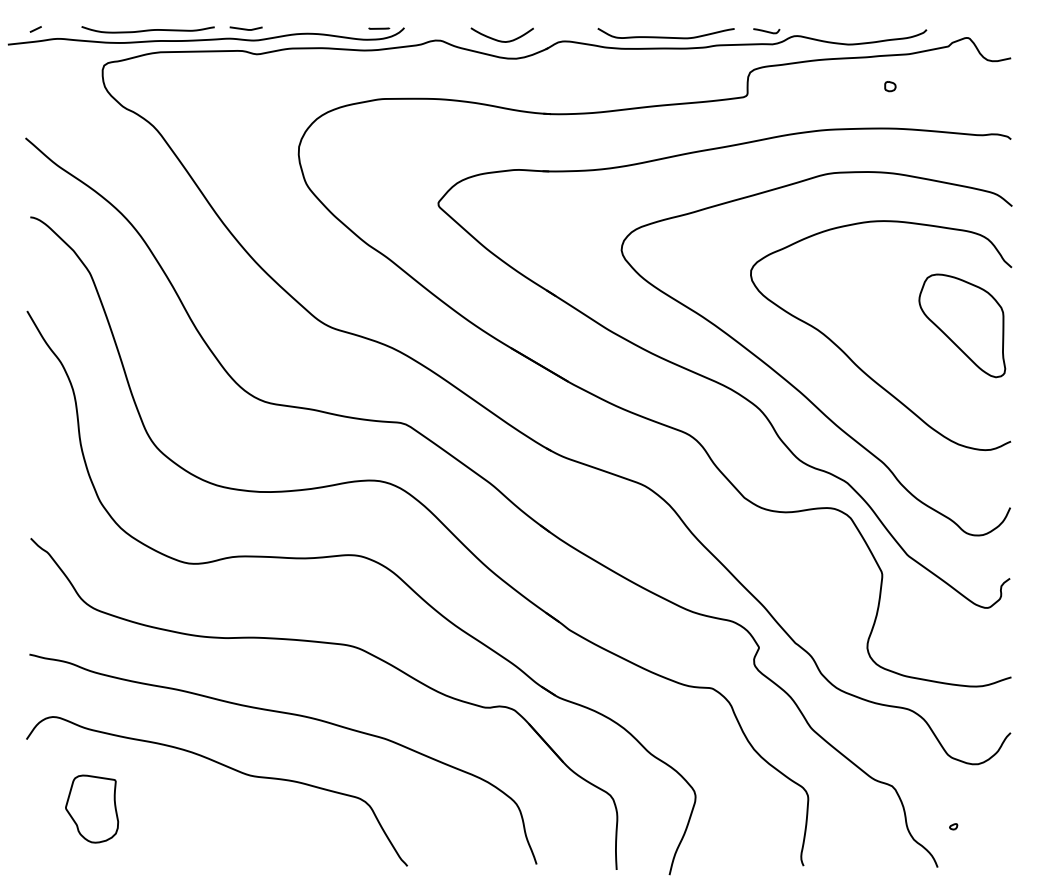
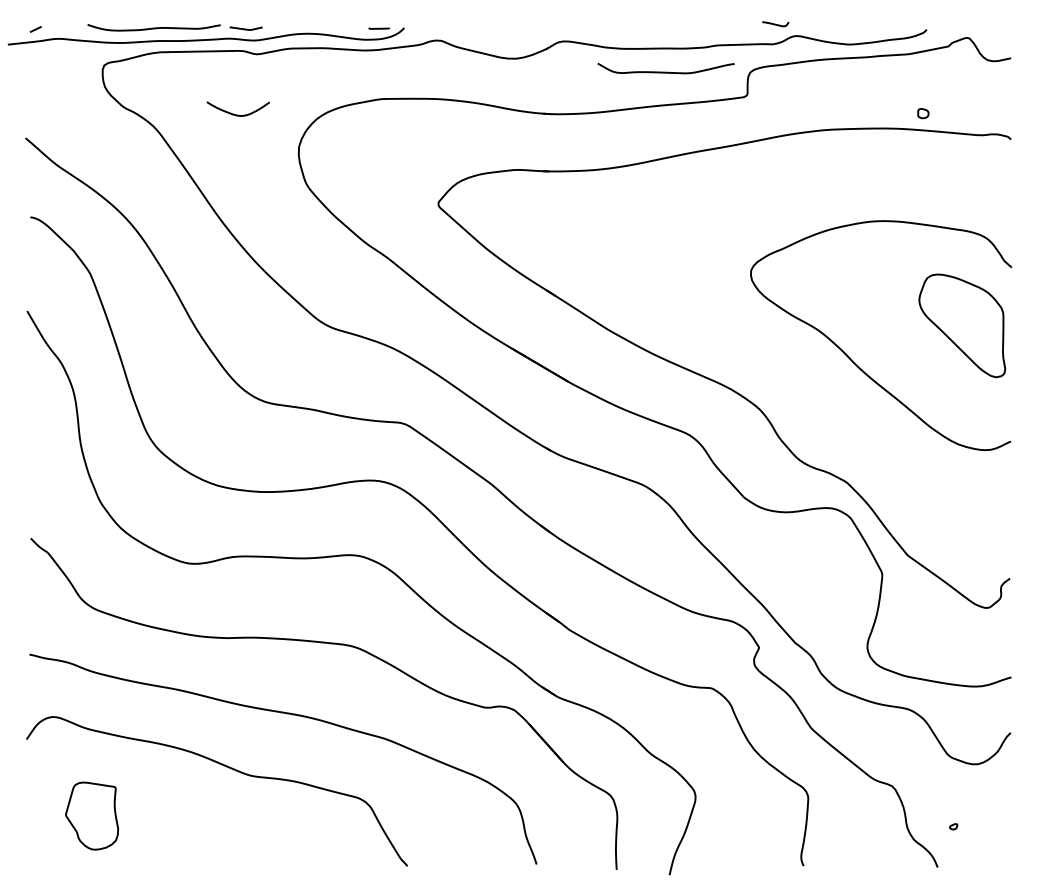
curve at (147, 29) position: (147, 29) -> (153, 27)
curve at (766, 31) position: (766, 31) -> (775, 24)
curve at (665, 36) position: (665, 36) -> (665, 71)
curve at (501, 40) position: (501, 40) -> (237, 114)
part at (890, 86) position: (890, 86) -> (923, 113)
curve at (789, 381): present -> none
part at (92, 808) position: (92, 808) -> (92, 815)
